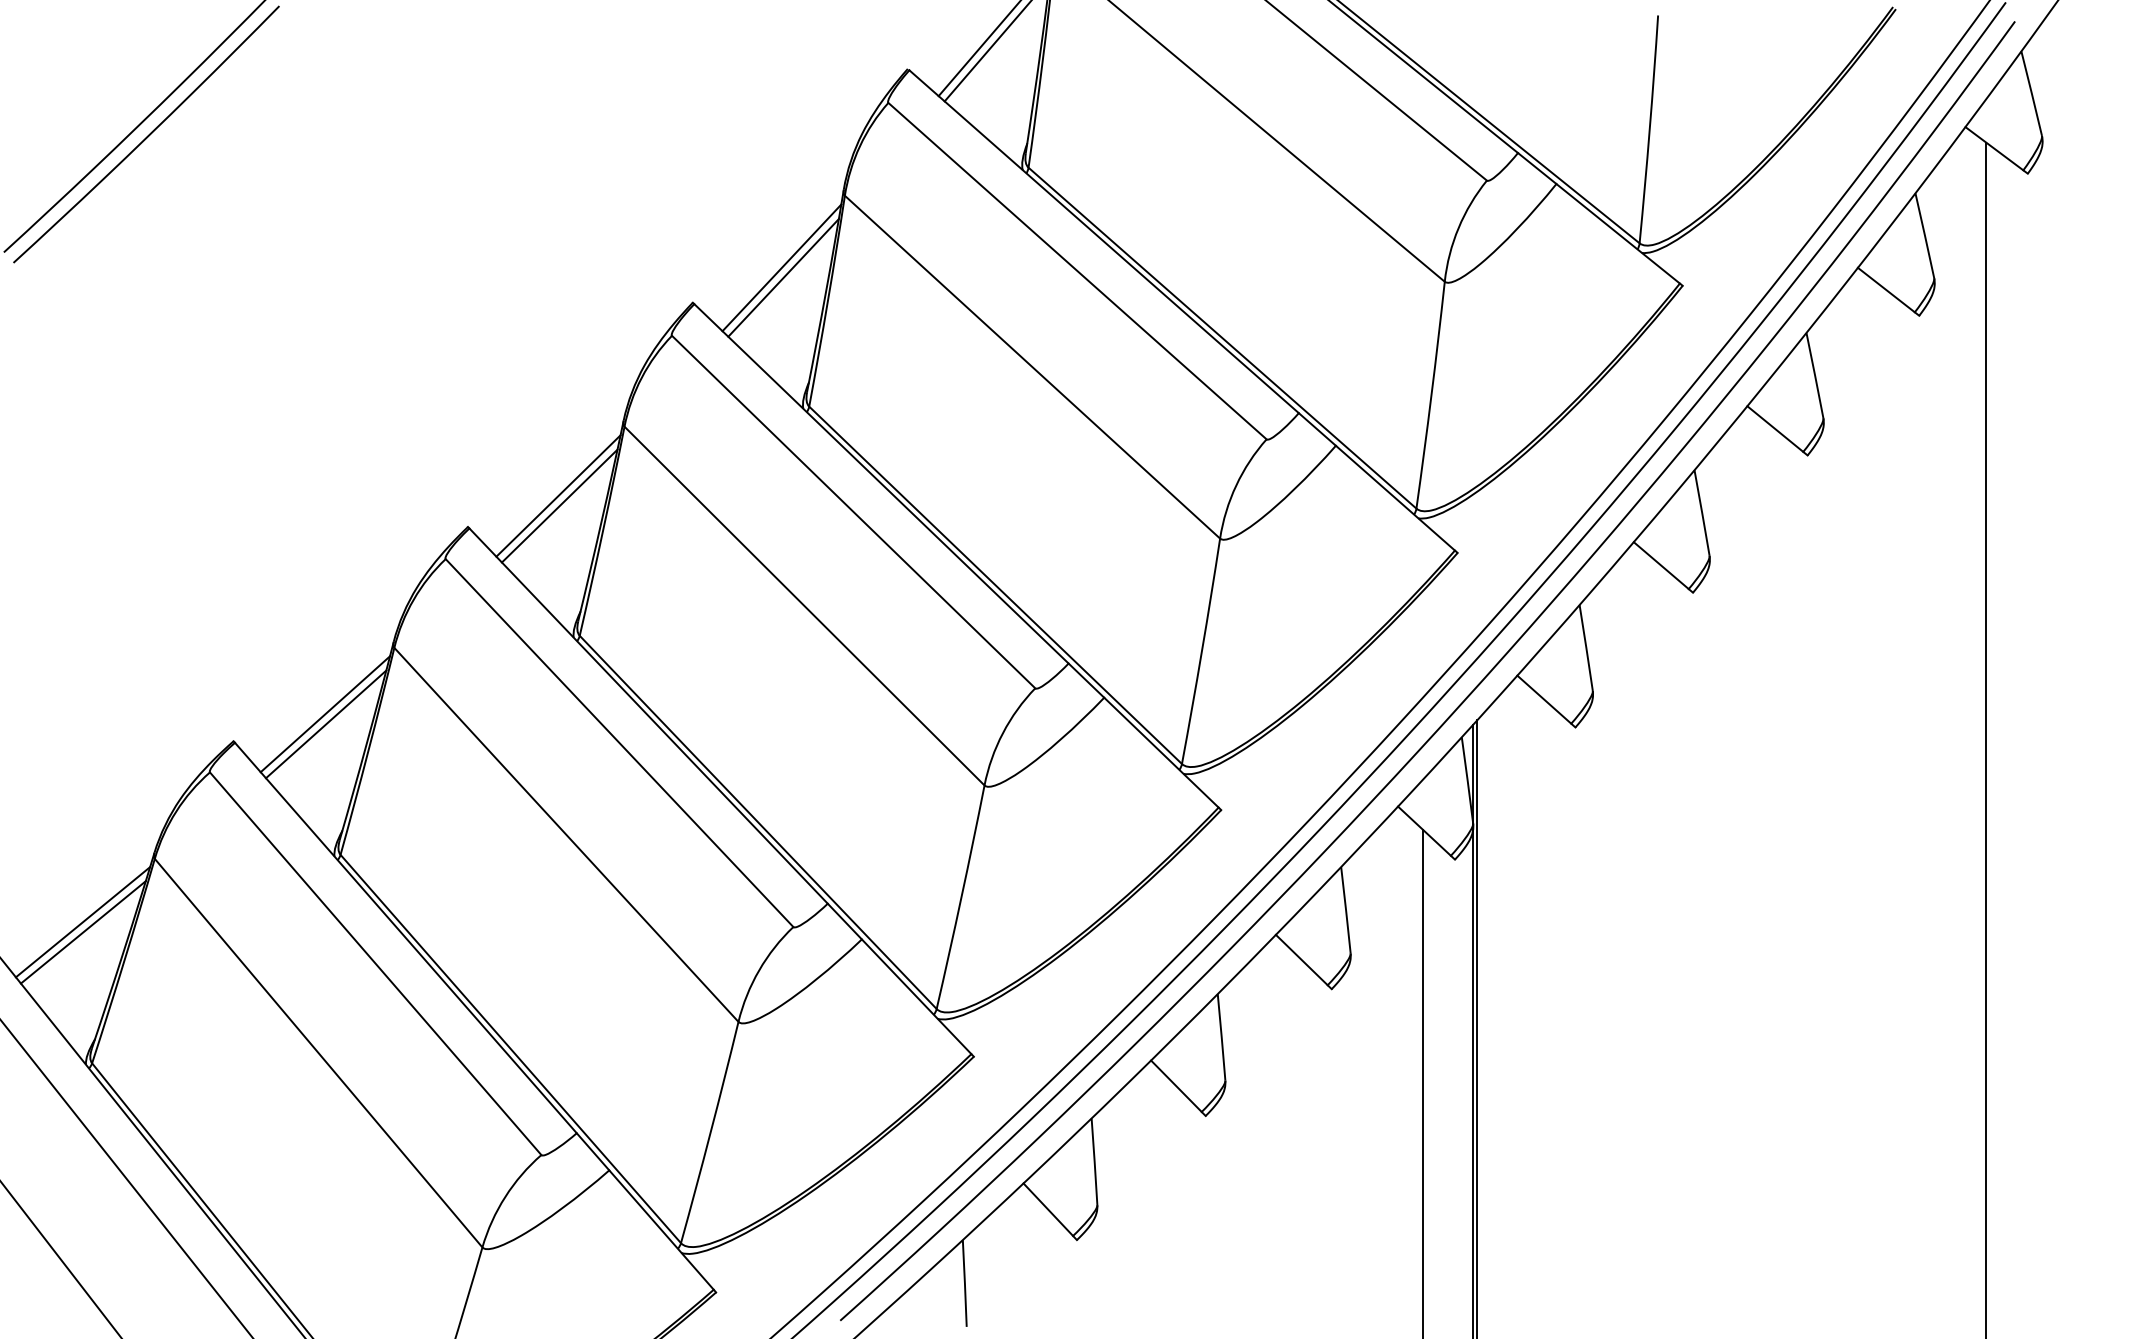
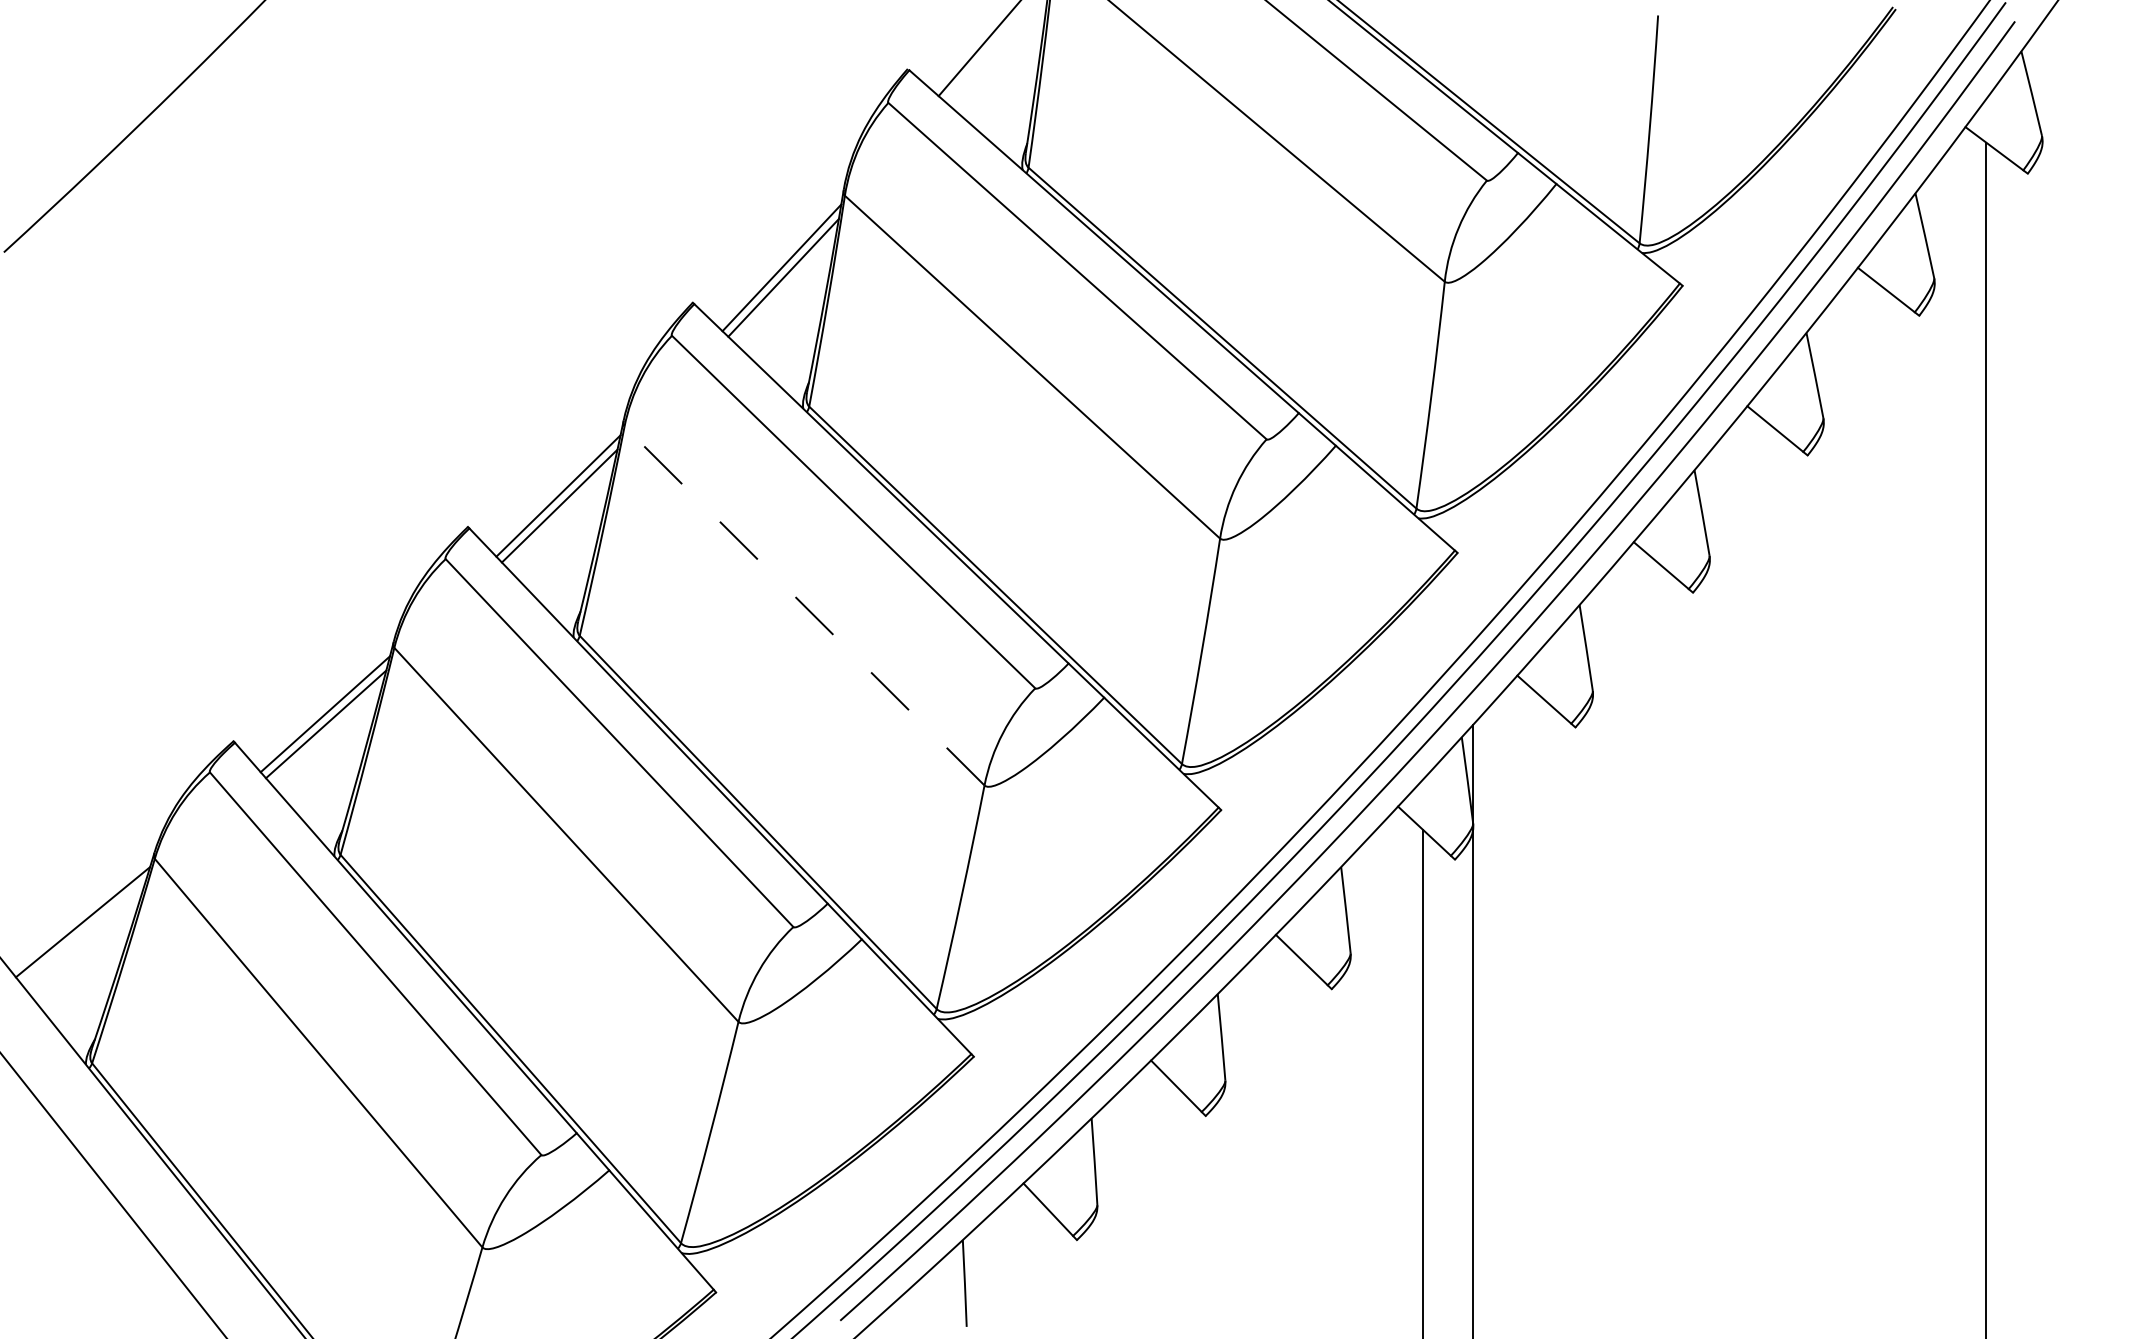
line at (986, 51): present -> none
curve at (147, 135): present -> none
line at (804, 605): solid -> dashed
line at (82, 932): present -> none
line at (1477, 1027): present -> none
line at (126, 1178) position: (126, 1178) -> (113, 1194)
line at (60, 1259): present -> none
